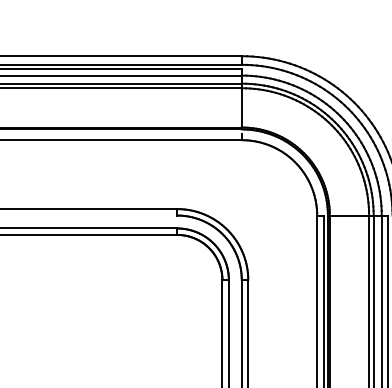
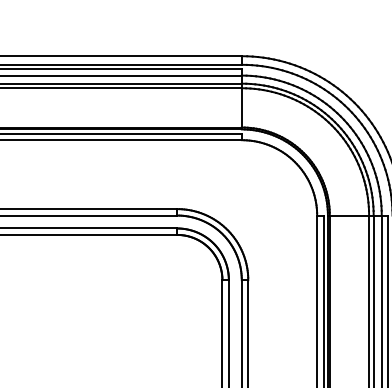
line at (121, 133): none -> present
line at (89, 215): none -> present
